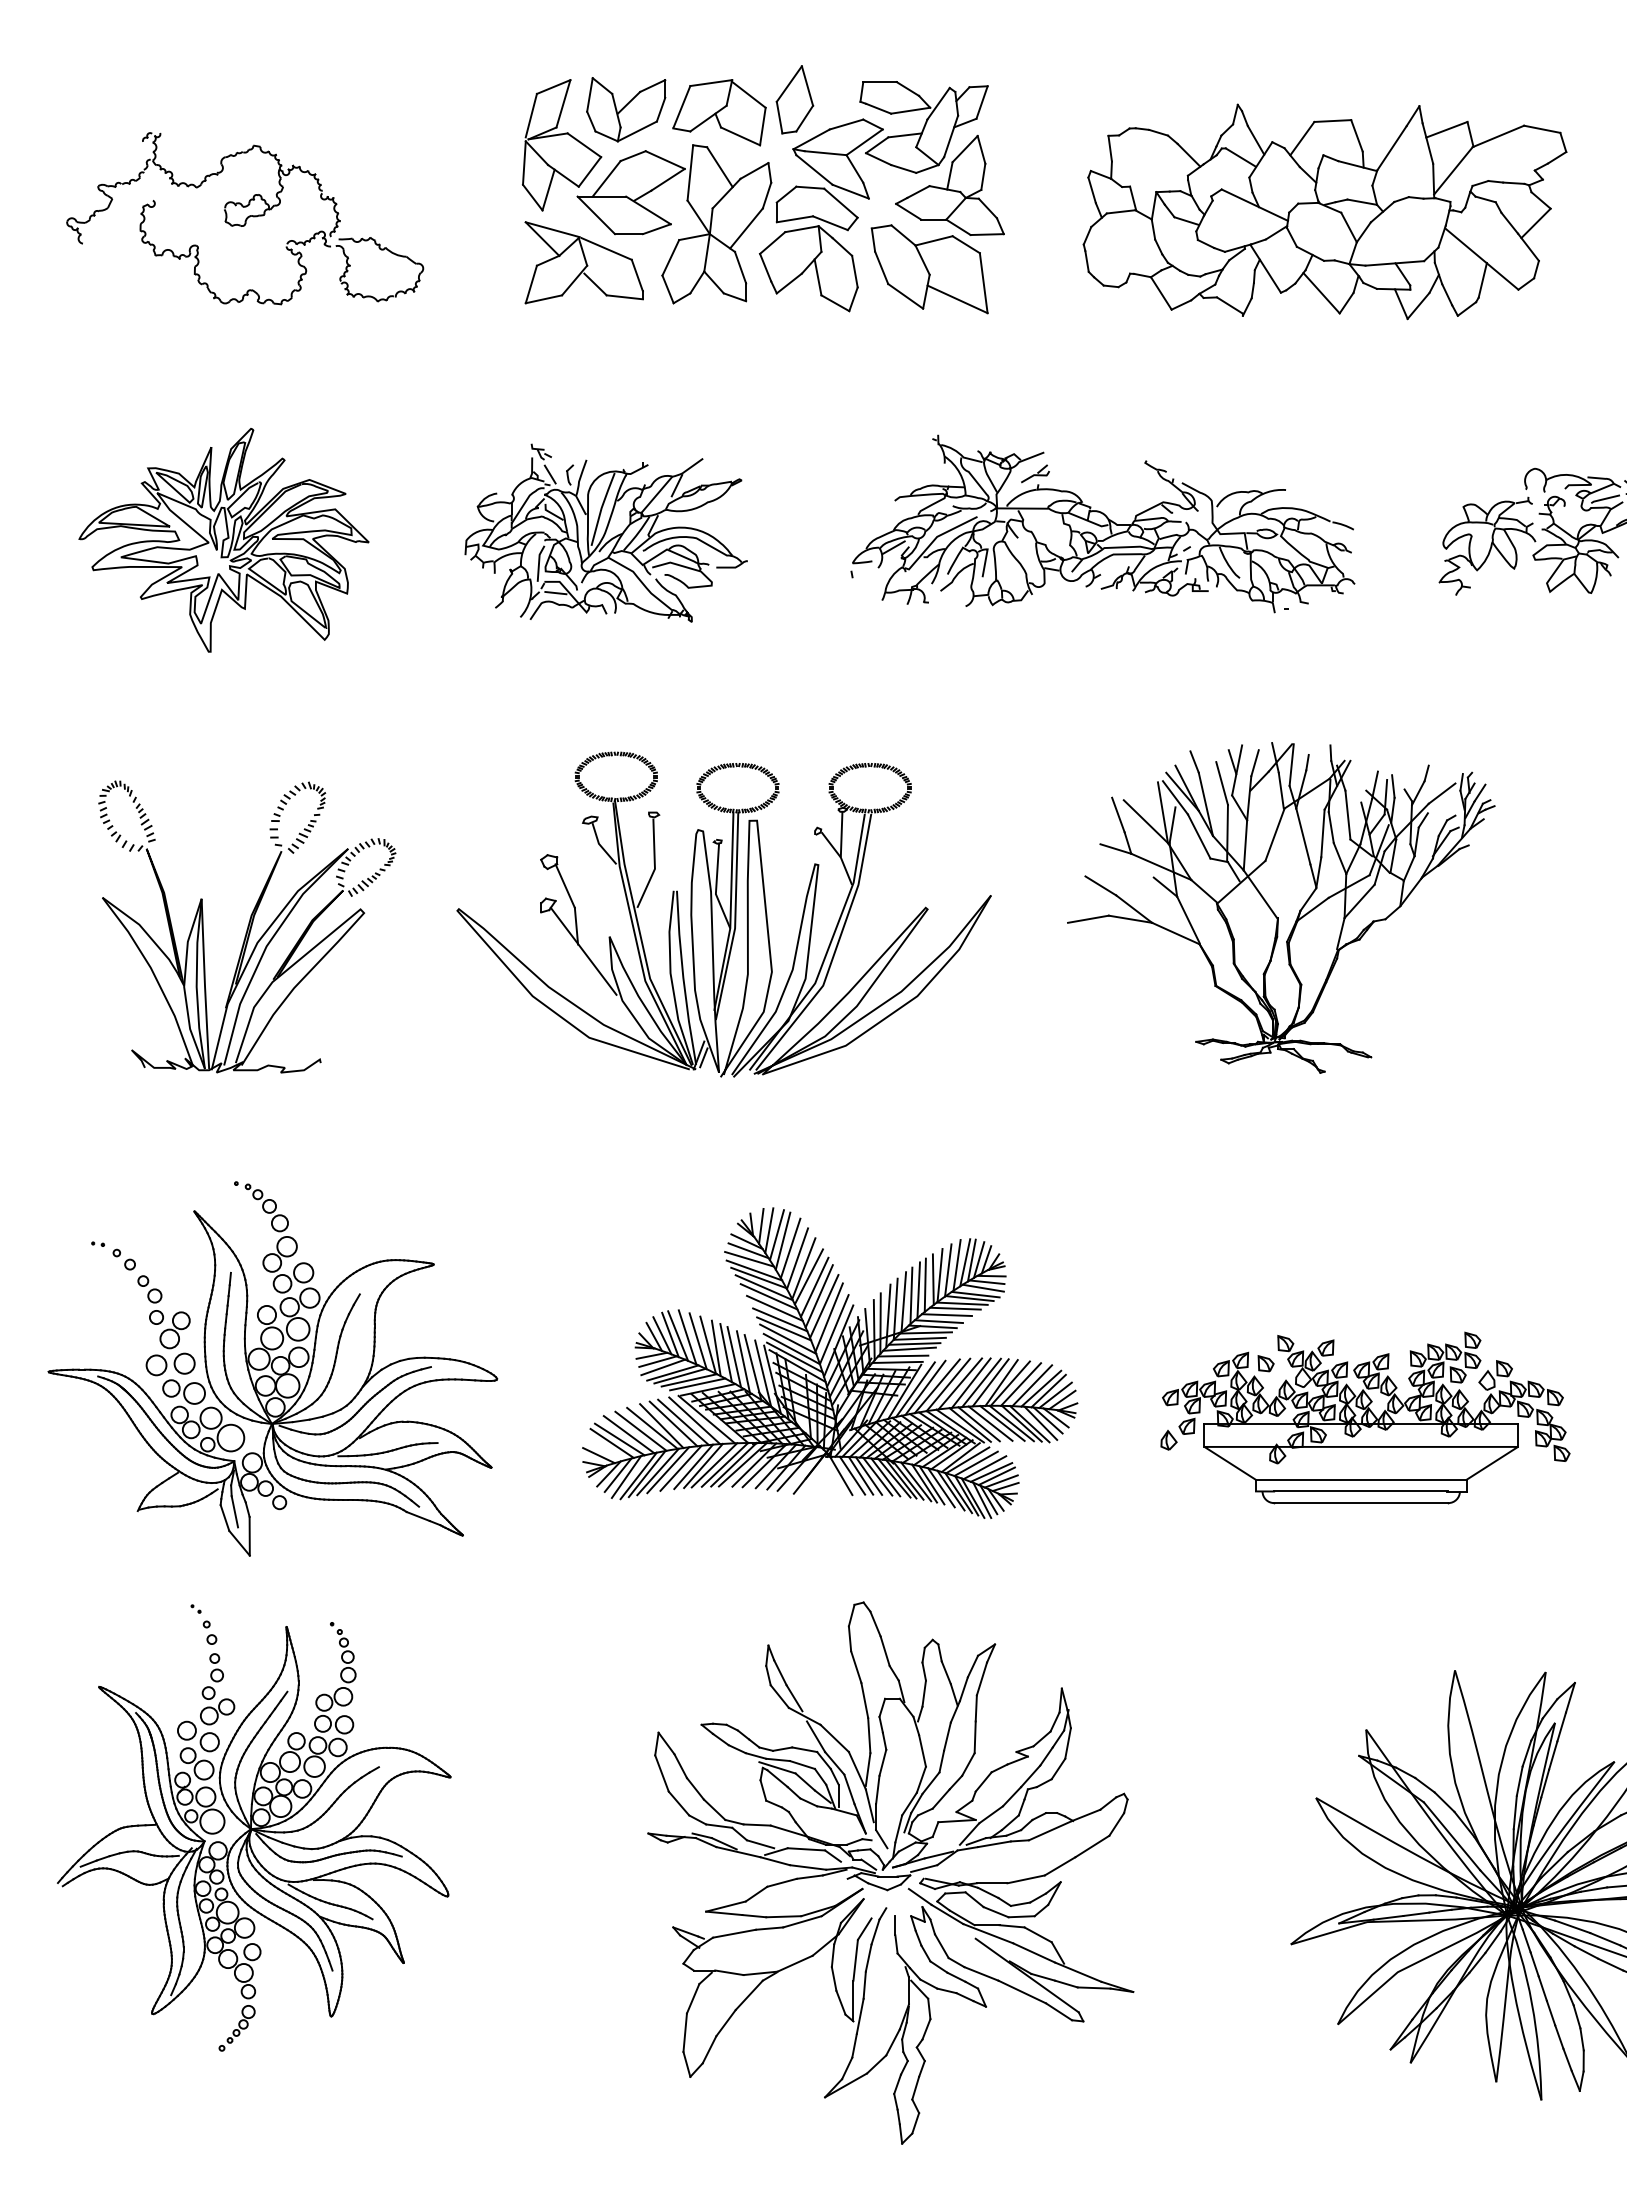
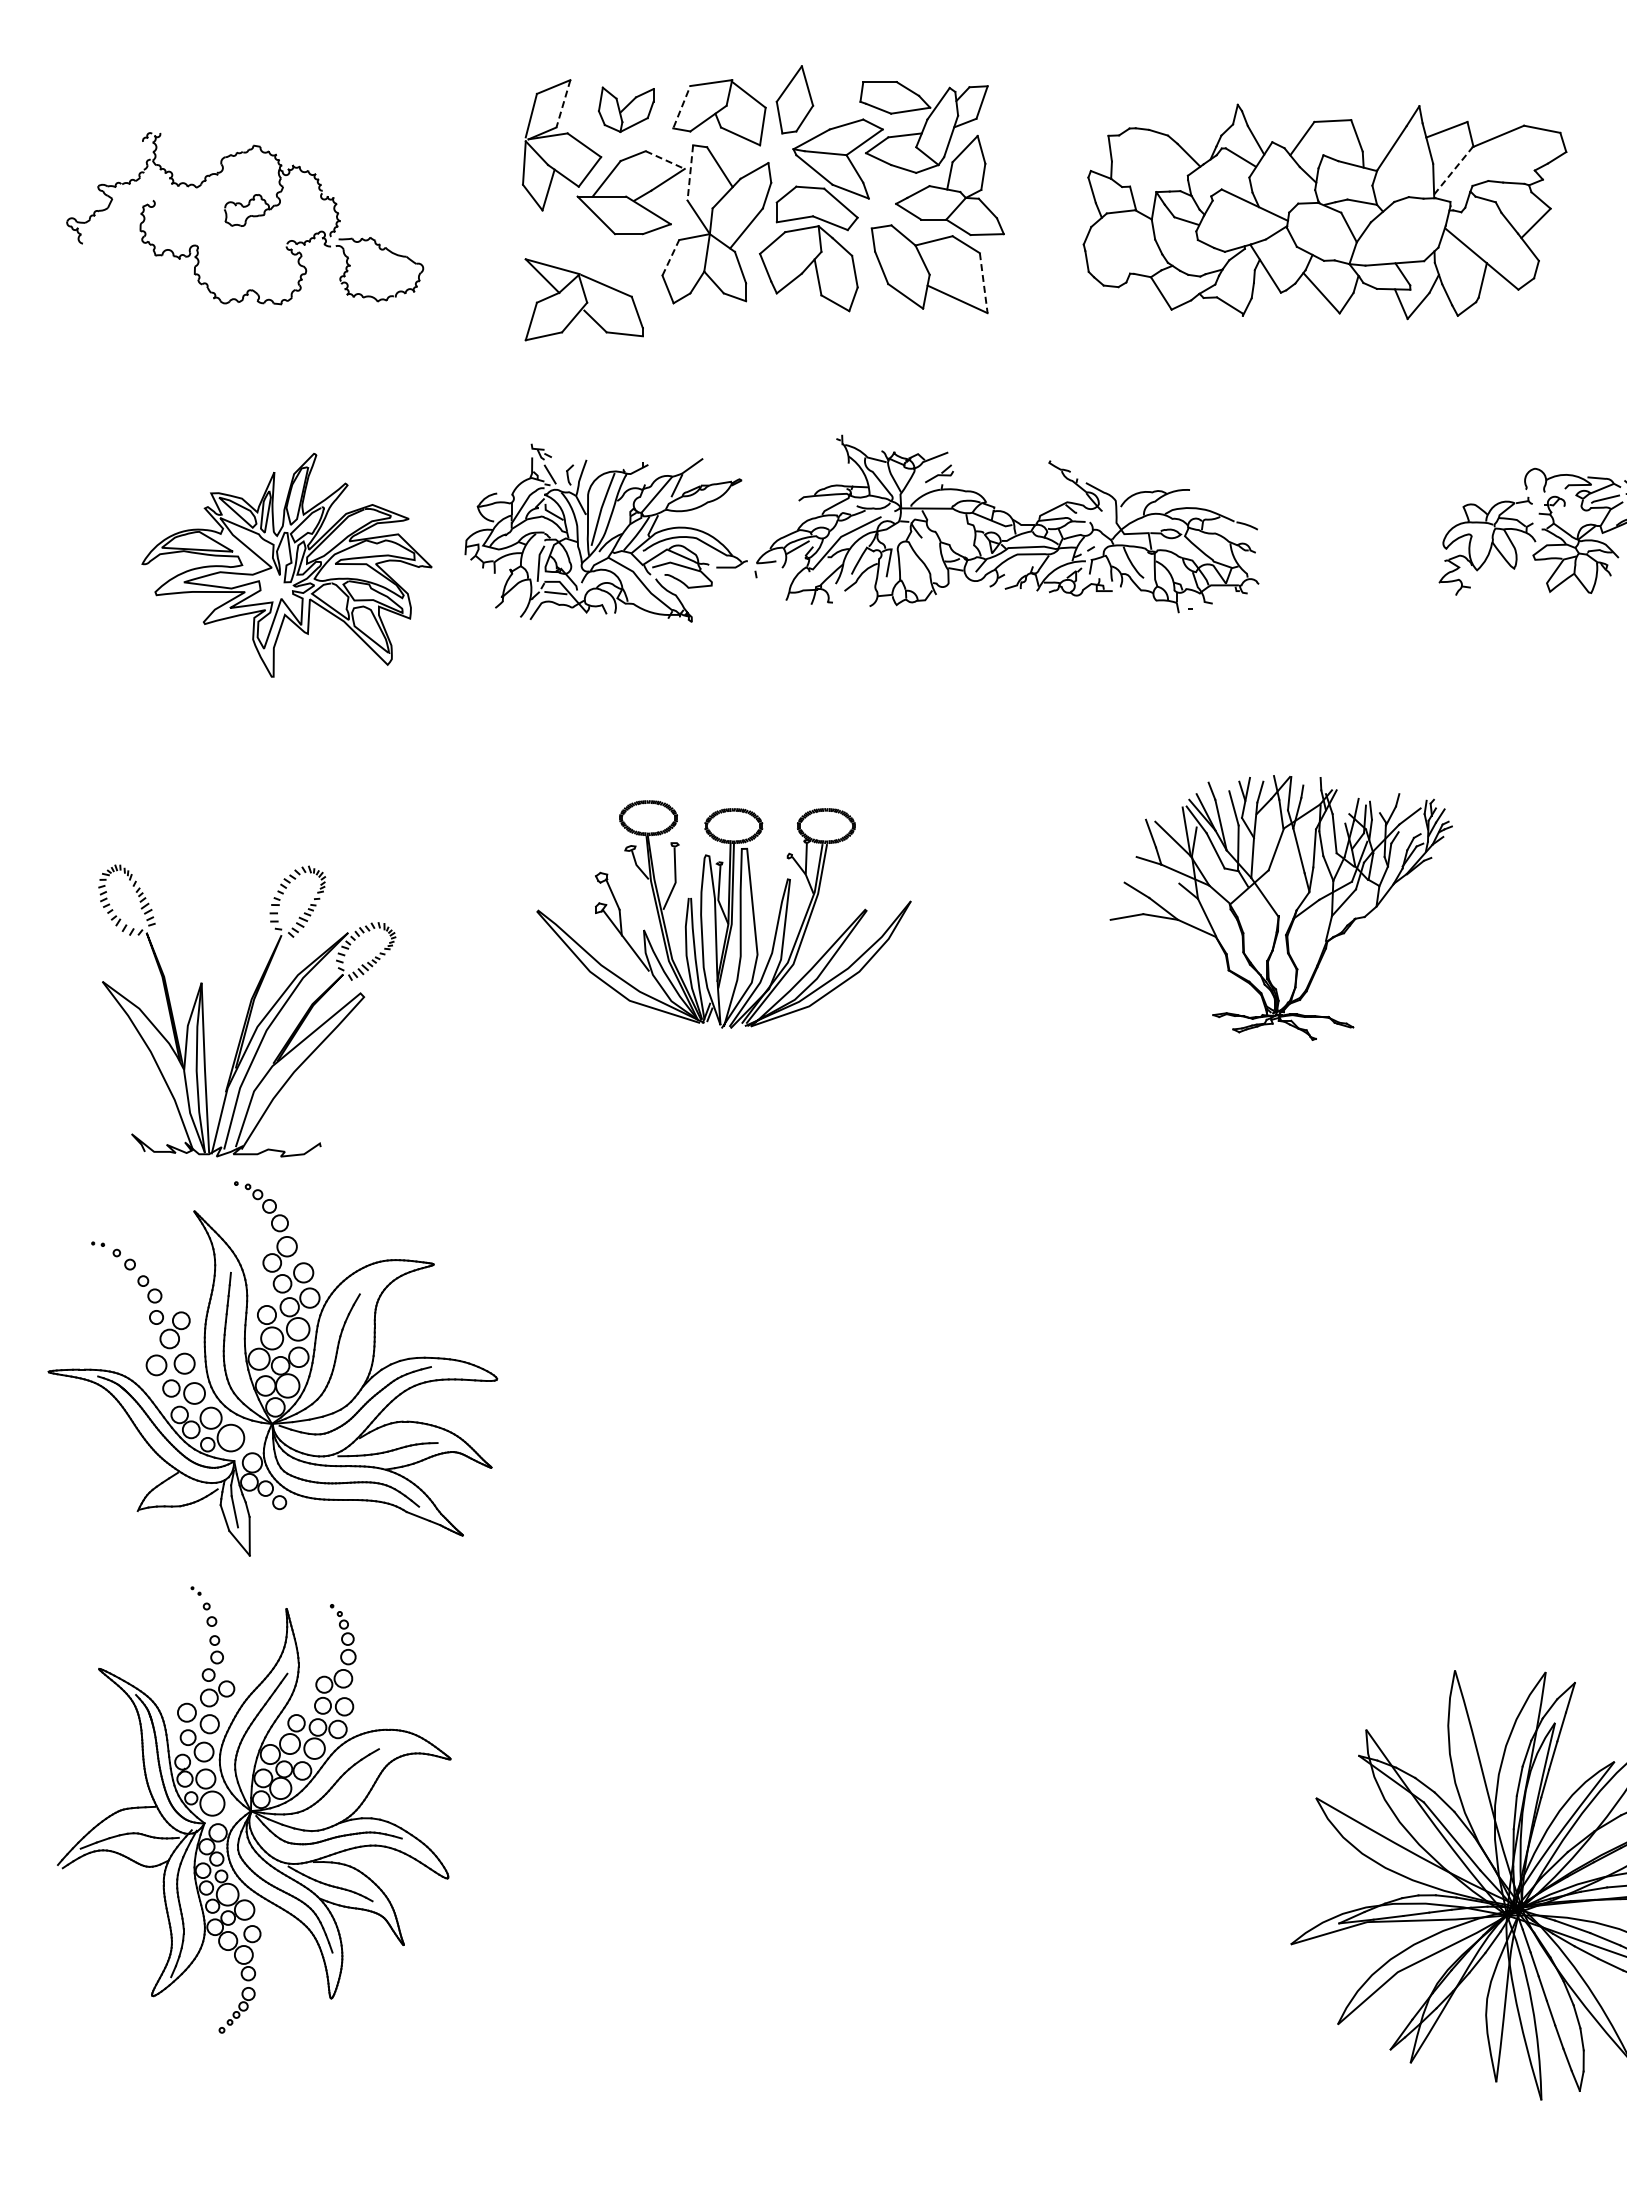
line at (563, 103): solid -> dashed
line at (682, 106): solid -> dashed
part at (626, 109) size: 81x66 px -> 57x47 px
line at (665, 160): solid -> dashed
line at (1453, 170): solid -> dashed
line at (690, 172): solid -> dashed
line at (670, 257): solid -> dashed
part at (583, 262) position: (583, 262) -> (583, 299)
line at (983, 283): solid -> dashed
part at (1102, 523) position: (1102, 523) -> (1006, 523)
part at (223, 540) position: (223, 540) -> (286, 565)
part at (1281, 907) size: 429x332 px -> 344x266 px
part at (723, 914) size: 536x327 px -> 376x229 px
part at (247, 926) position: (247, 926) -> (247, 1010)
part at (830, 1362): present -> none
part at (1365, 1417): present -> none
part at (254, 1827) position: (254, 1827) -> (254, 1809)
part at (890, 1872): present -> none
